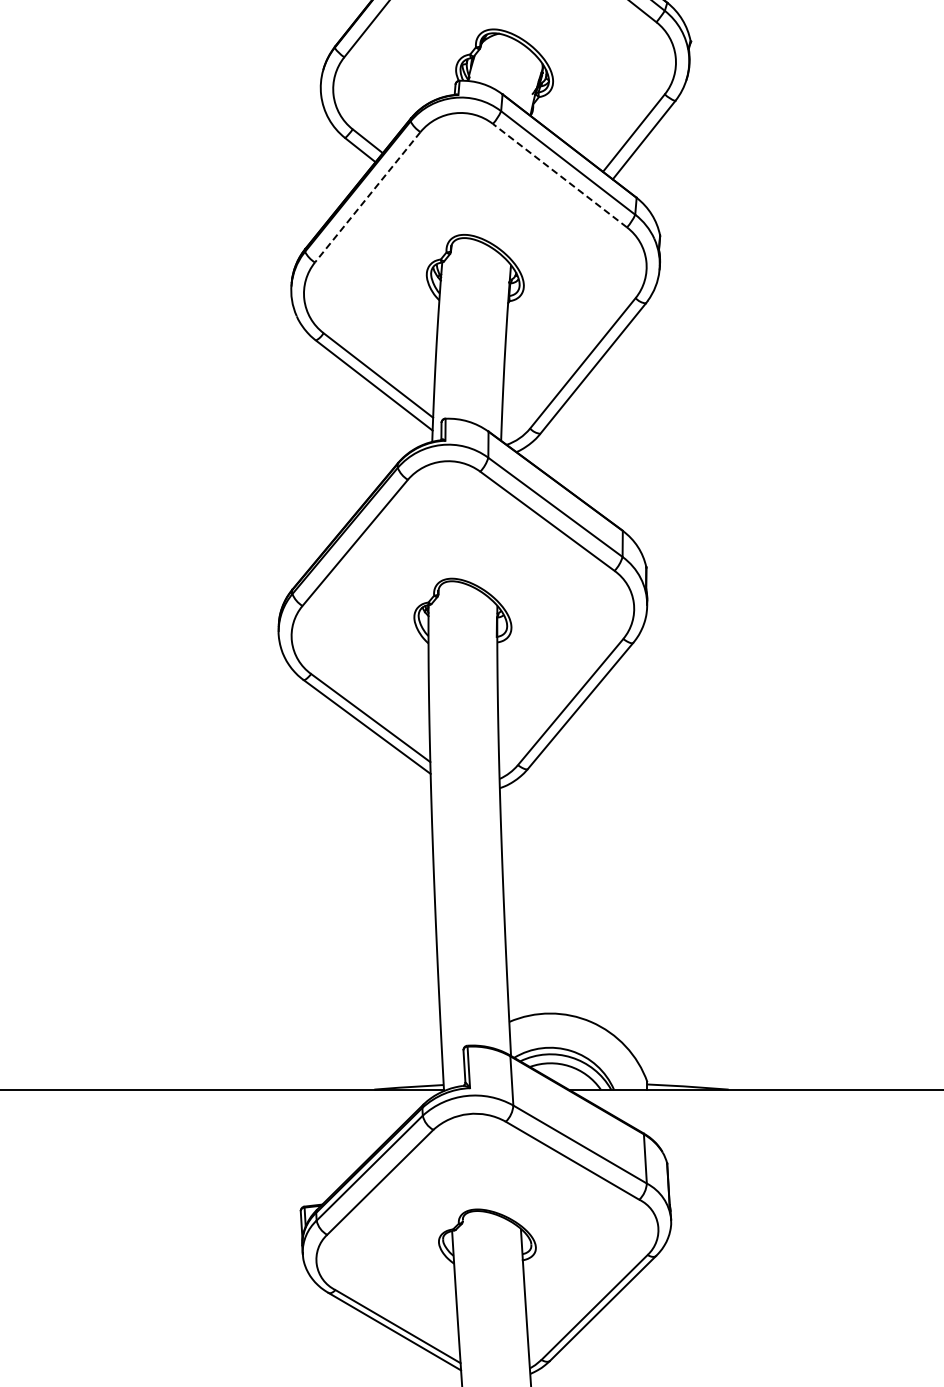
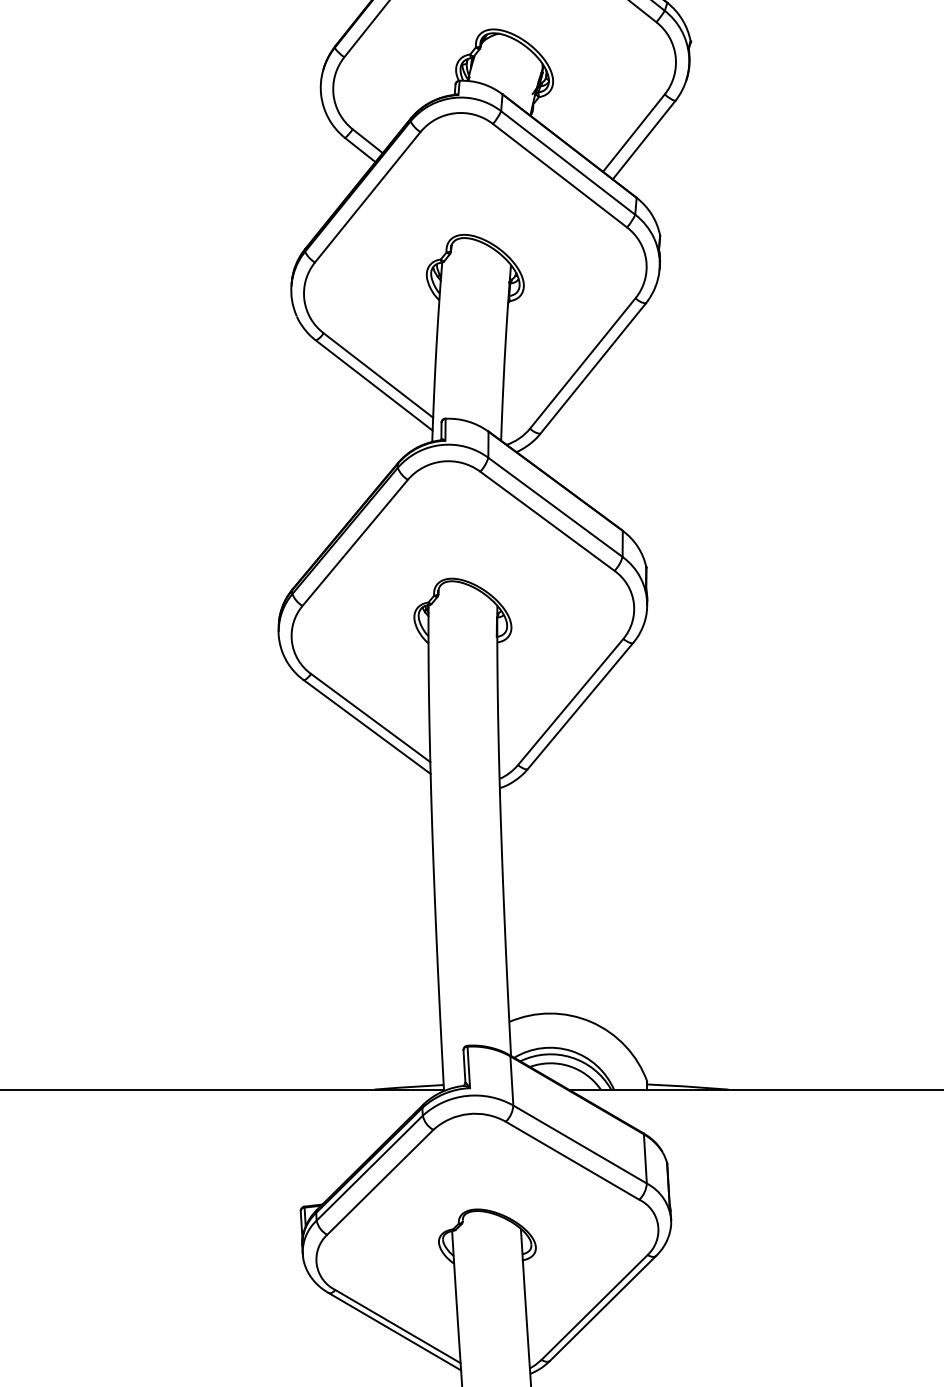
line at (559, 175): dashed -> solid
line at (367, 197): dashed -> solid
